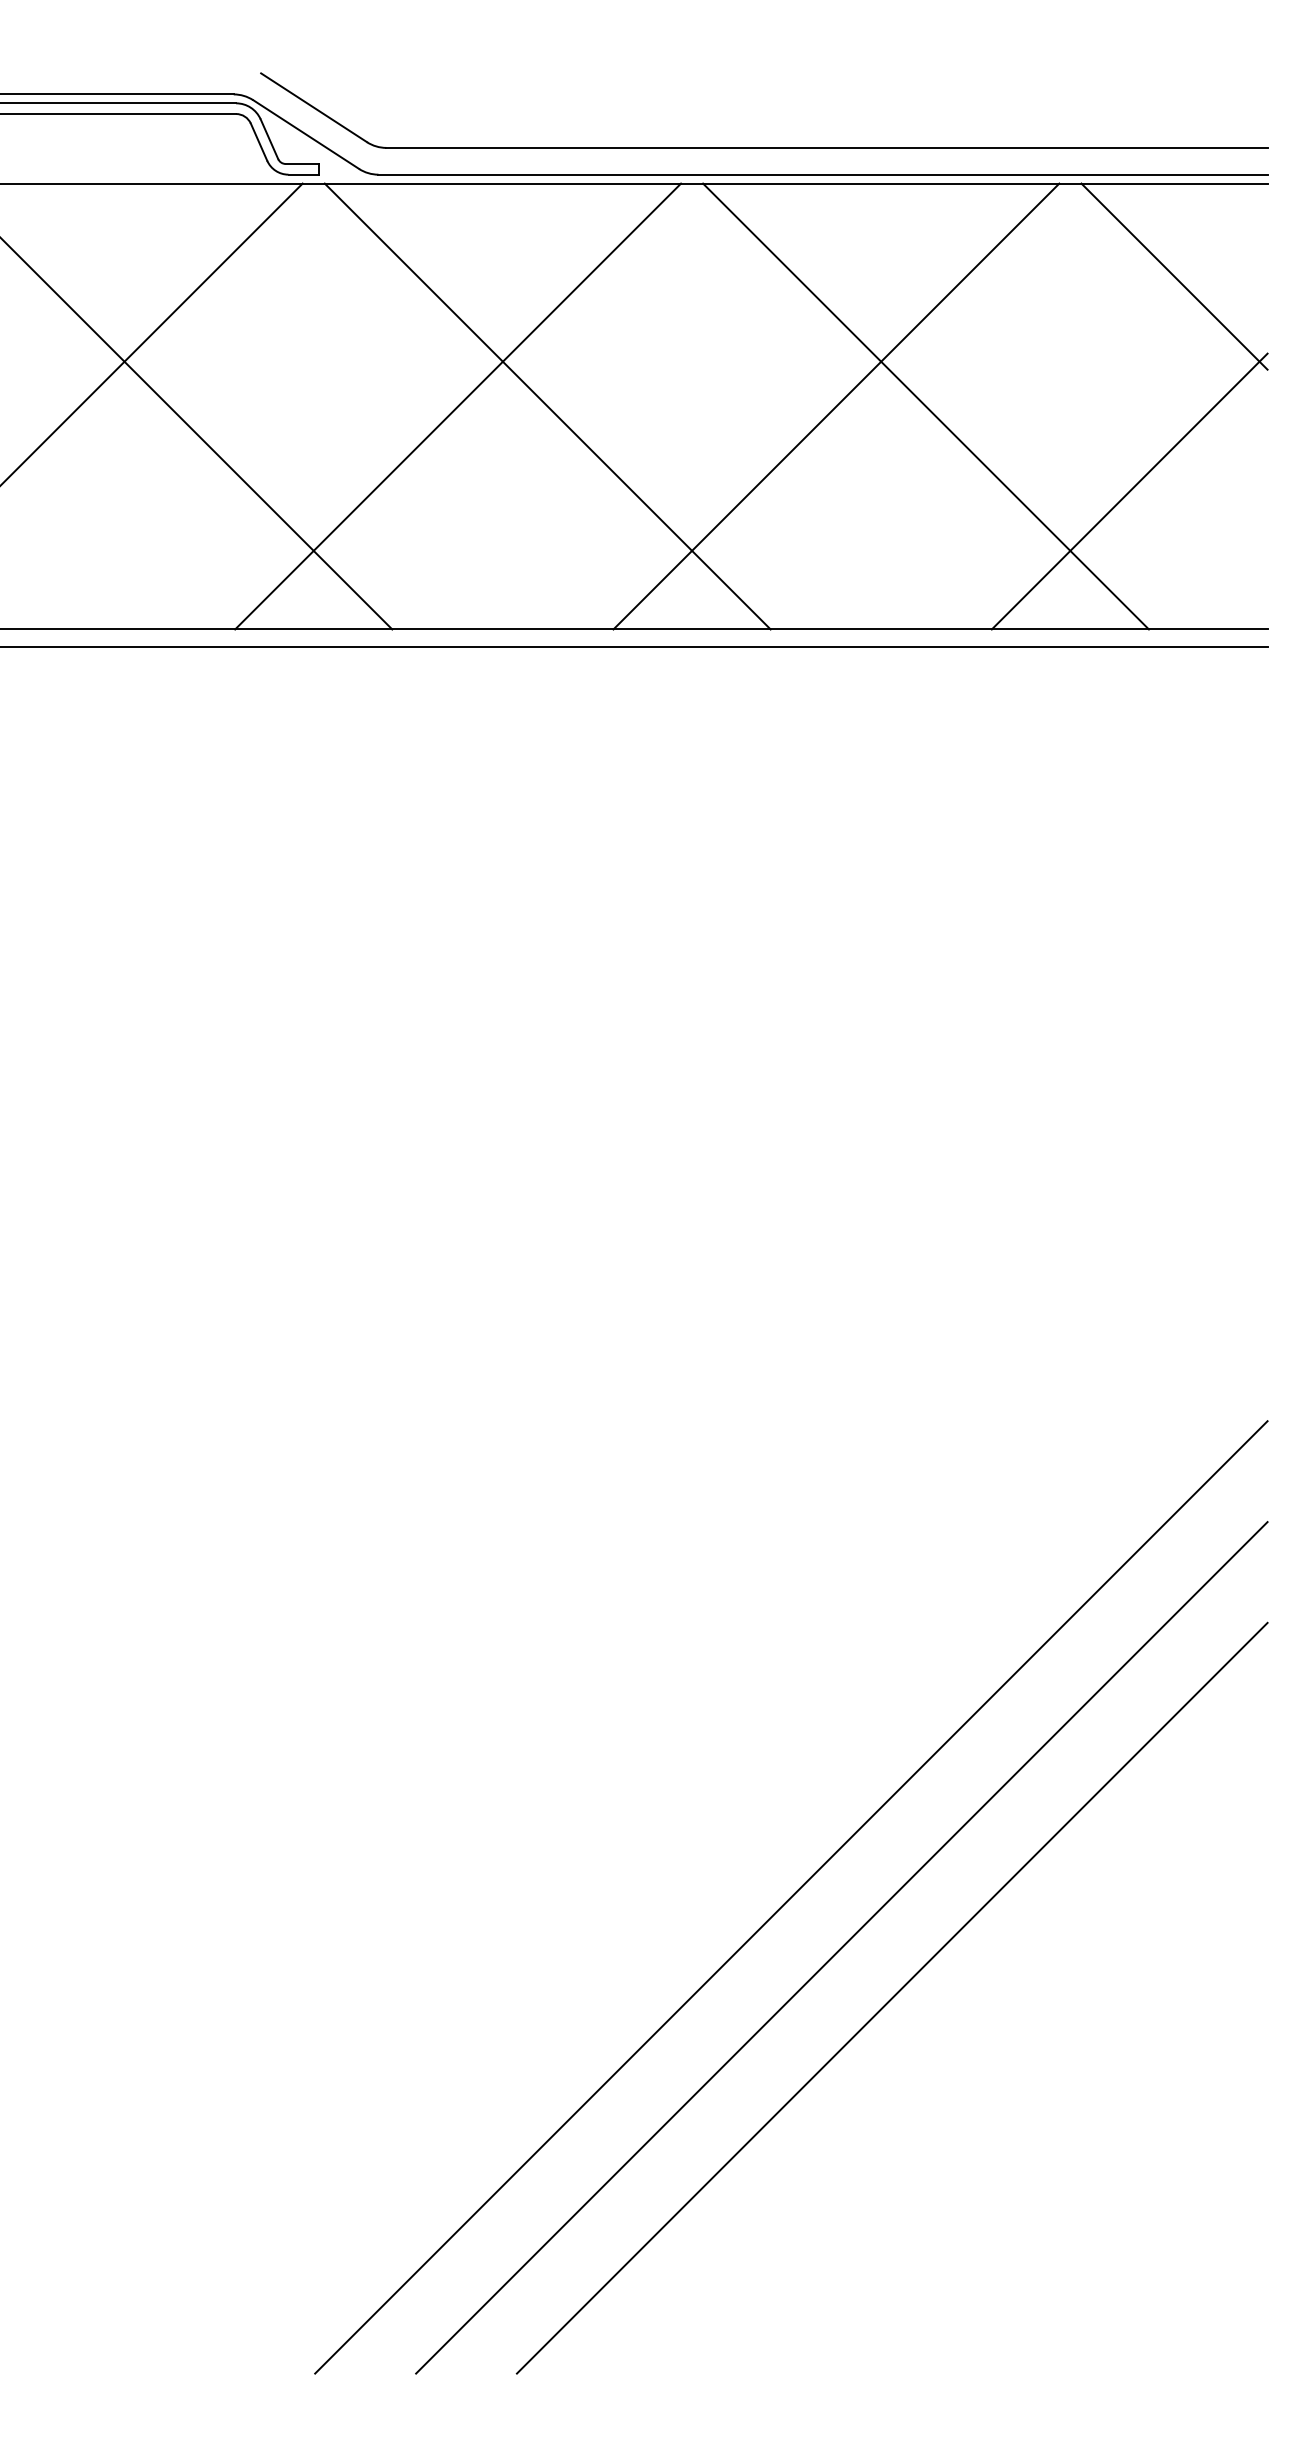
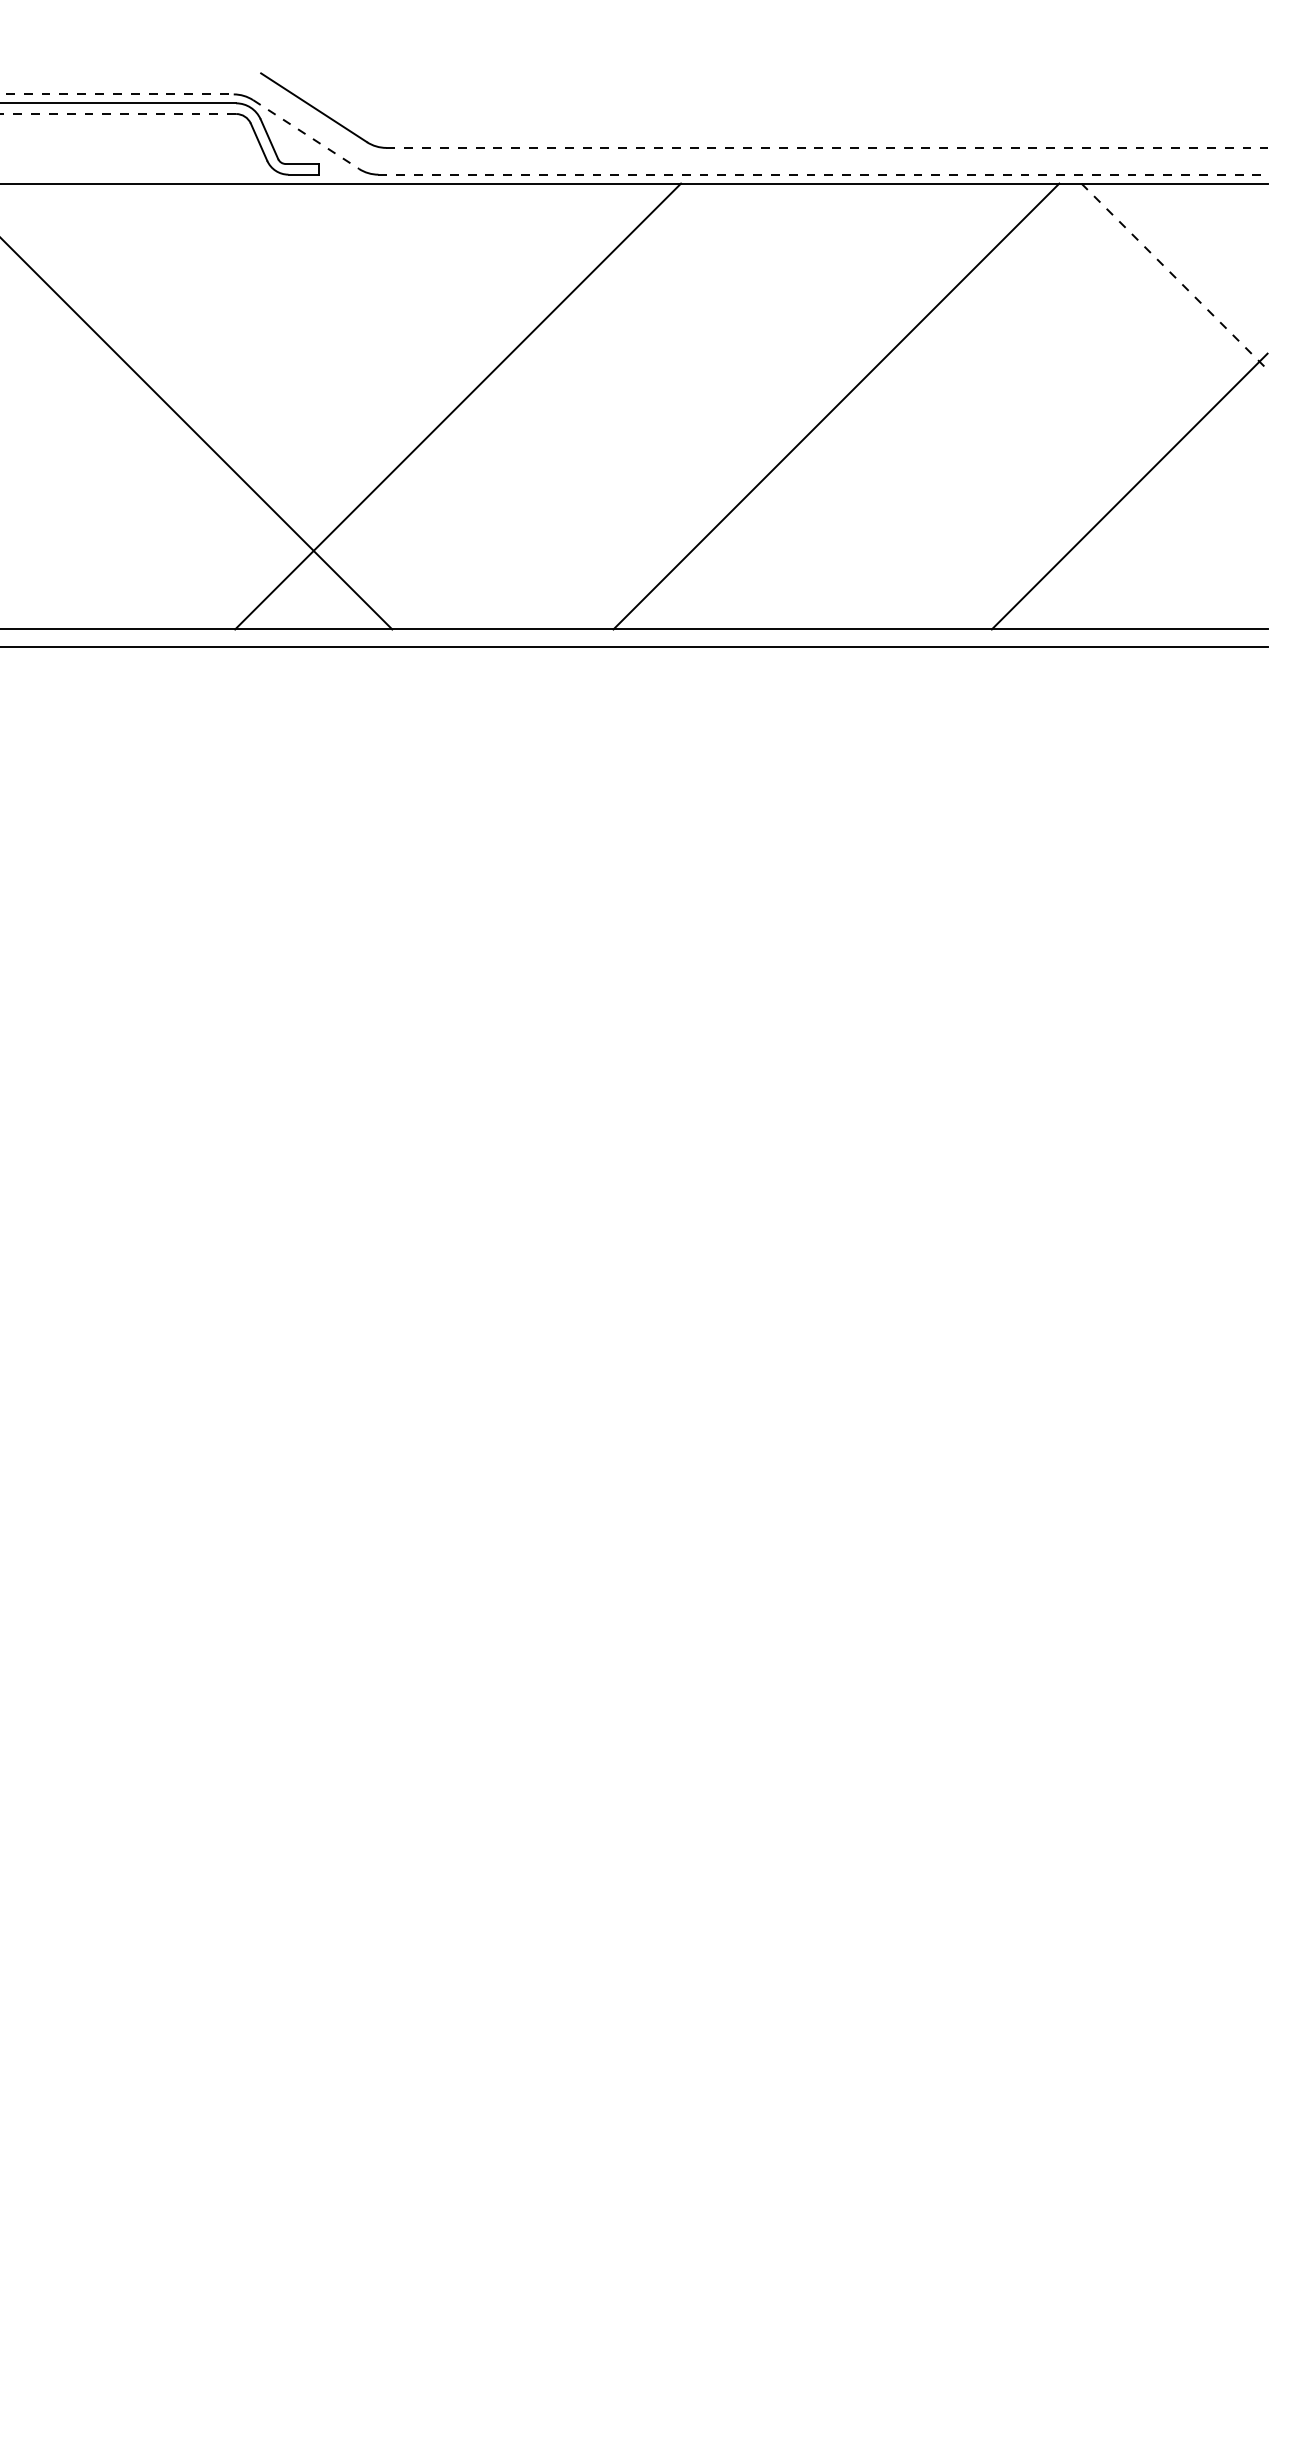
line at (117, 94): solid -> dashed
line at (118, 114): solid -> dashed
line at (306, 134): solid -> dashed
line at (826, 147): solid -> dashed
line at (823, 174): solid -> dashed
line at (1174, 276): solid -> dashed
line at (152, 333): present -> none
line at (547, 406): present -> none
line at (925, 406): present -> none
line at (791, 1897): present -> none
line at (841, 1947): present -> none
line at (891, 1997): present -> none
